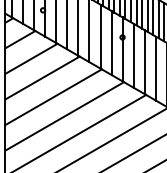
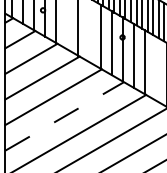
line at (67, 25): present -> none
line at (89, 32): present -> none
line at (155, 68): present -> none
line at (65, 116): solid -> dashed
